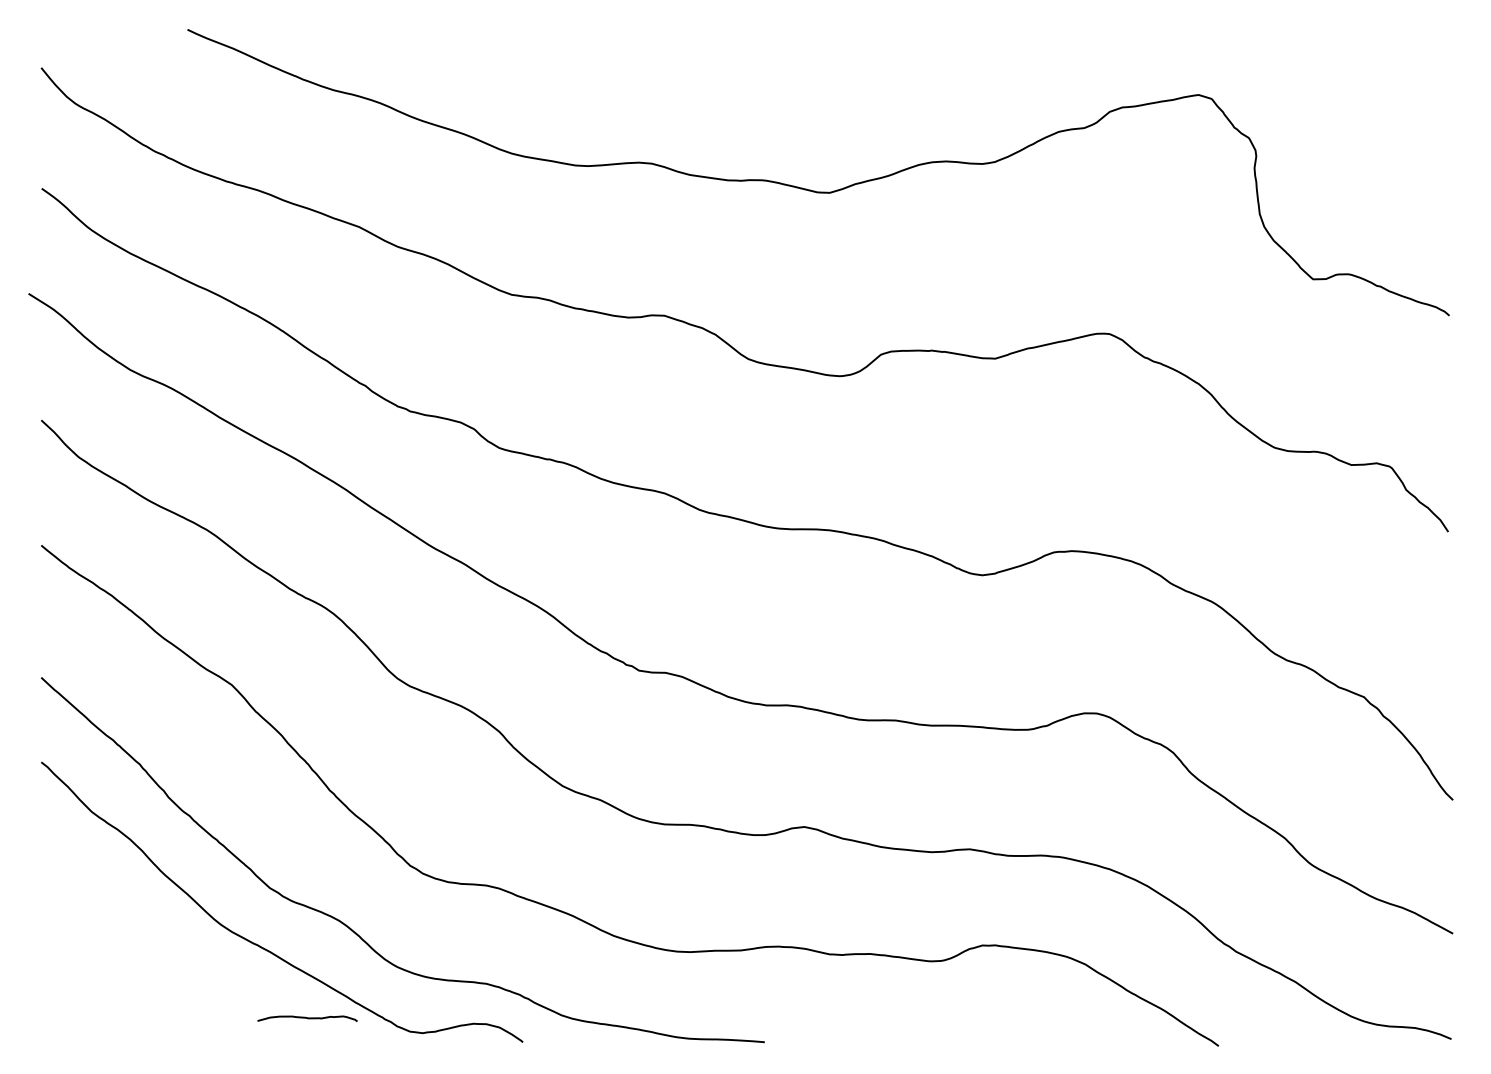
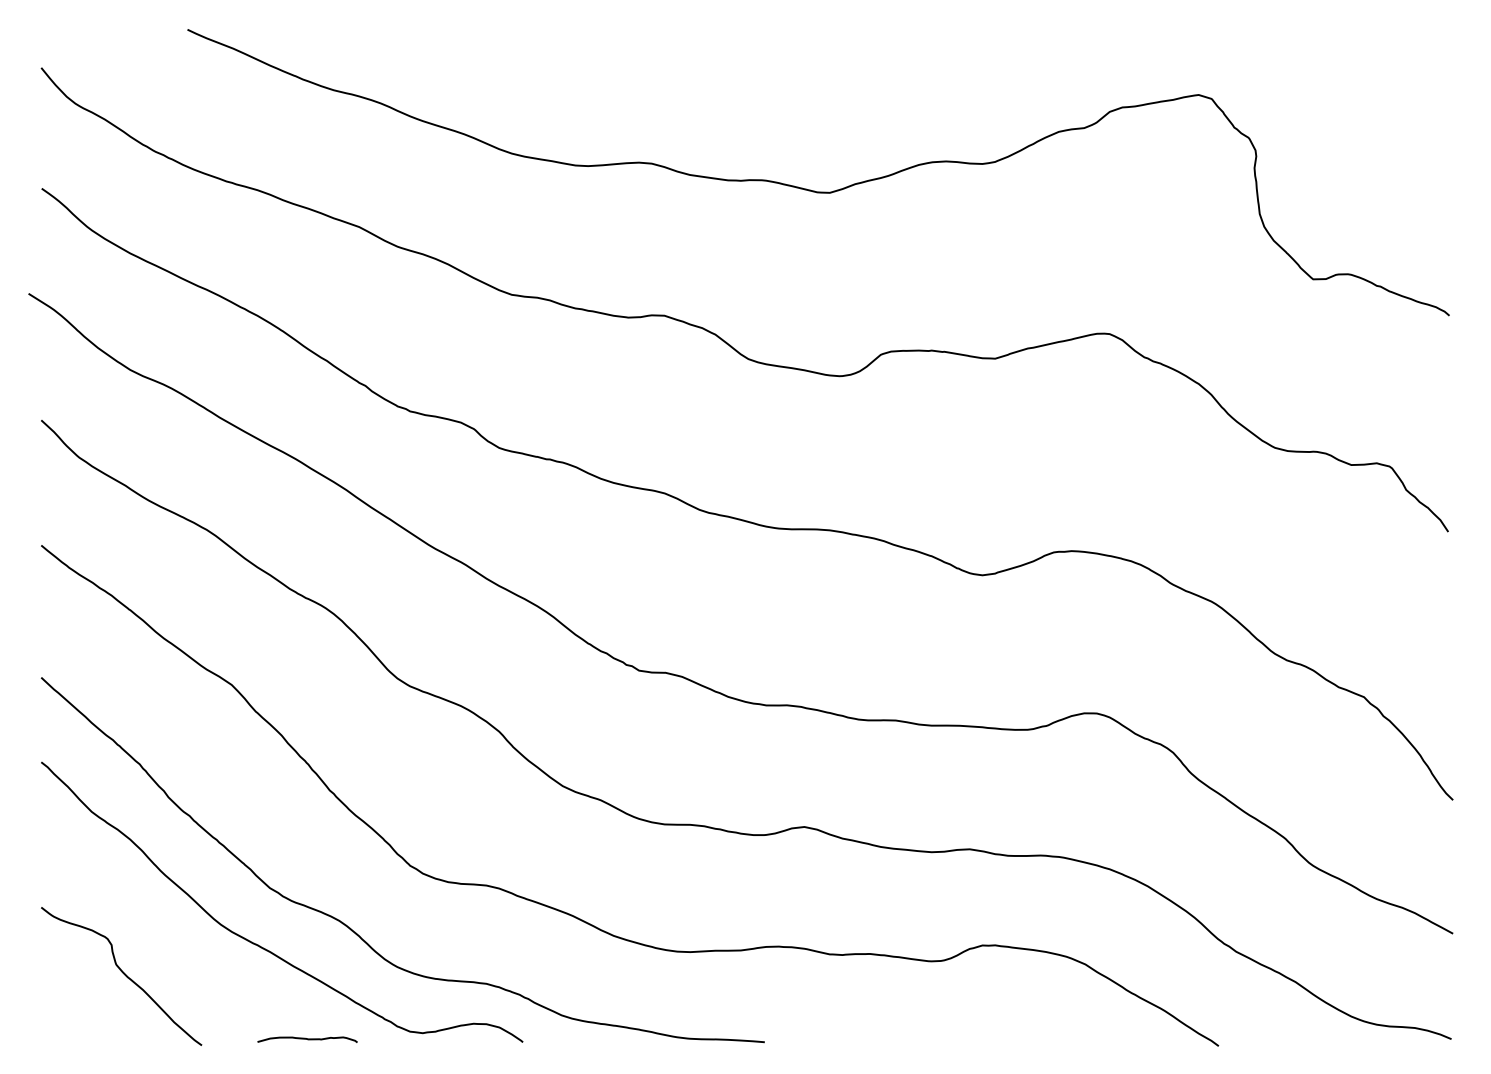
curve at (123, 974): none -> present
curve at (307, 1018) position: (307, 1018) -> (307, 1039)
